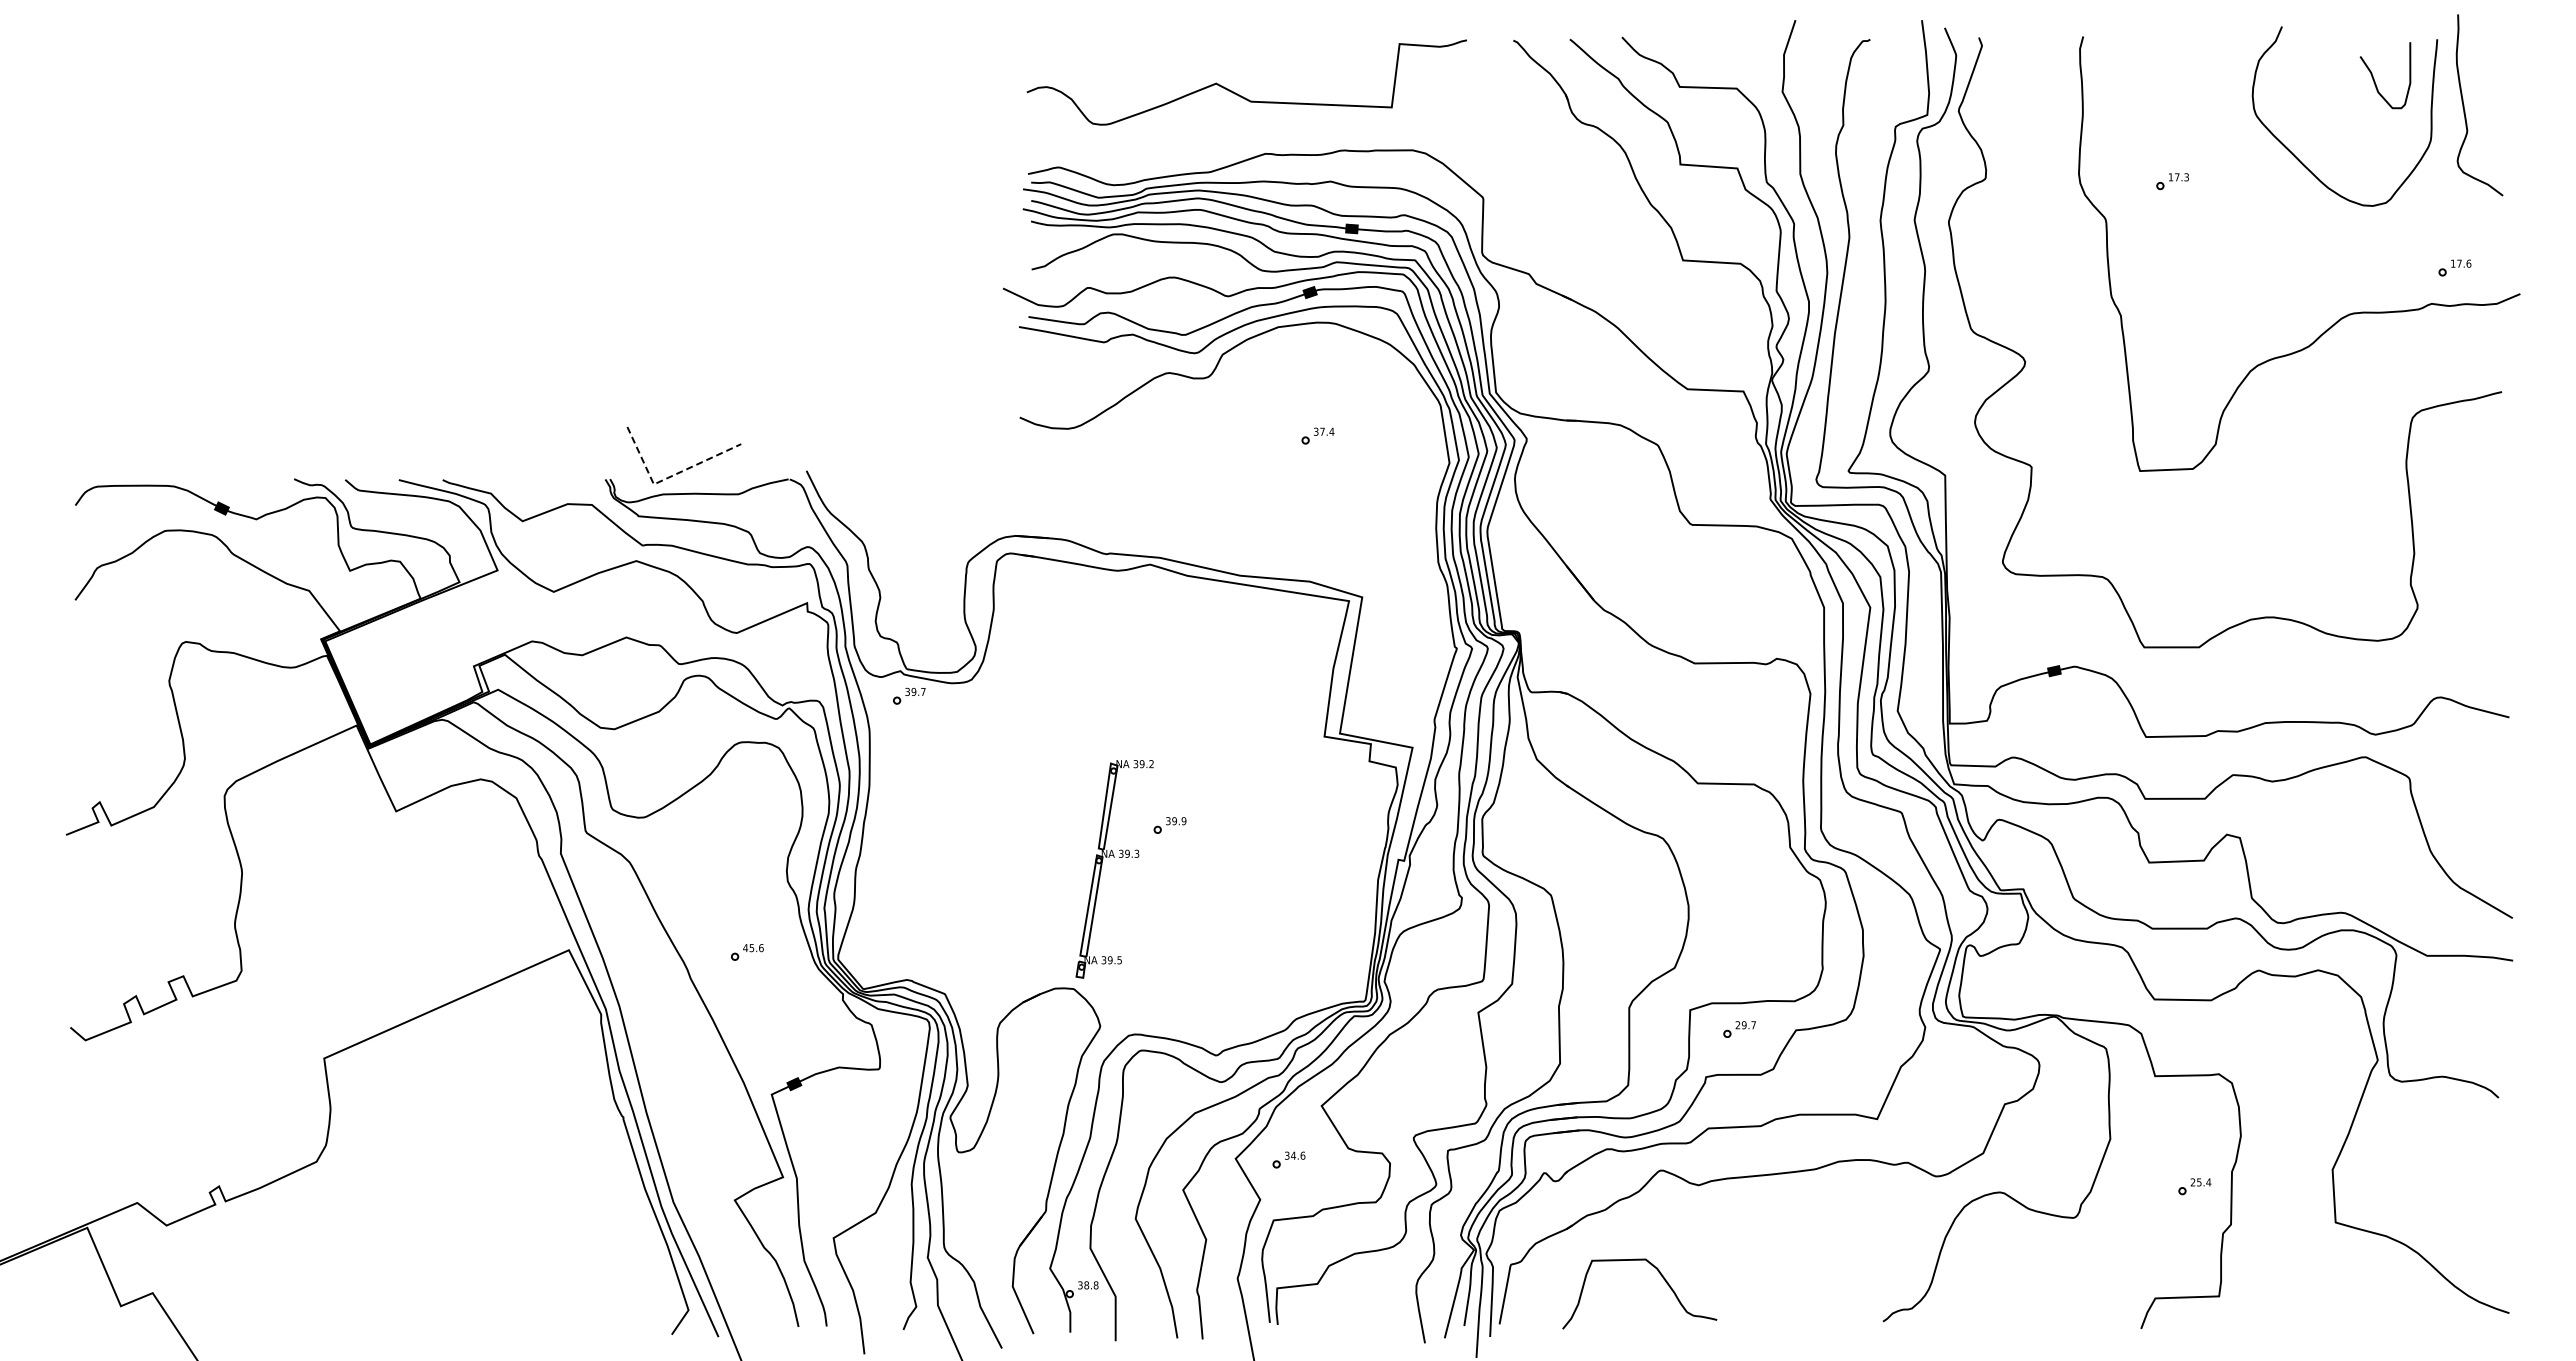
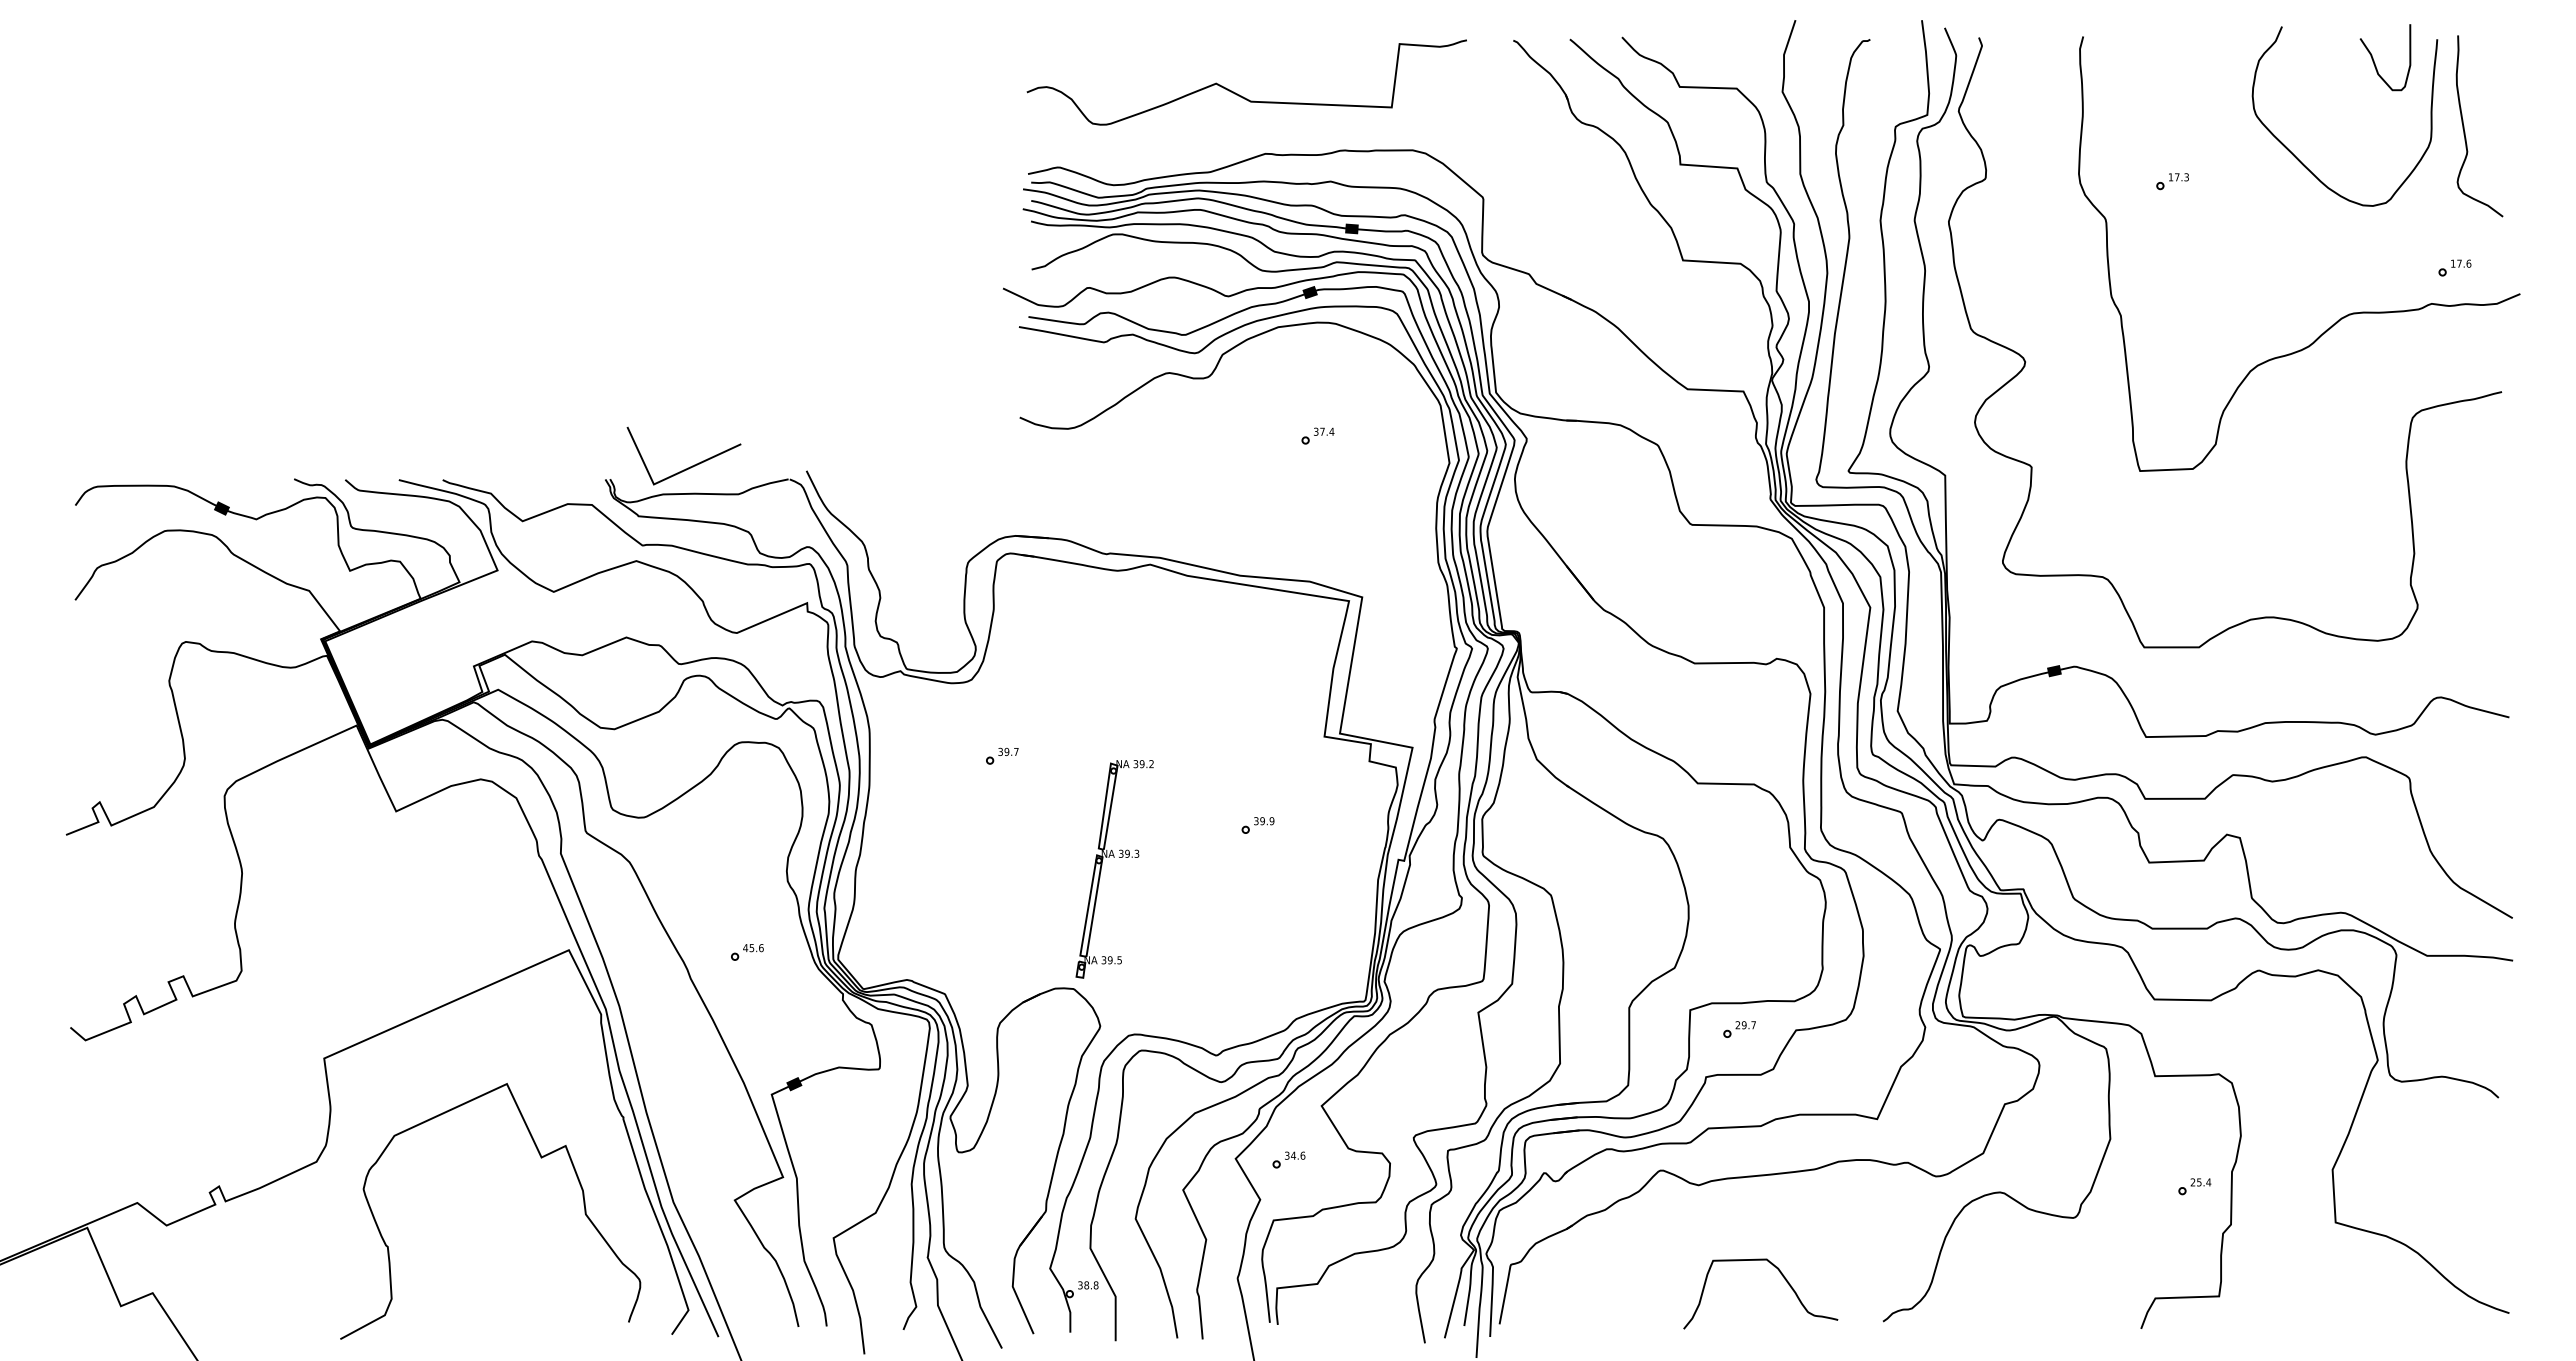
curve at (2374, 78) position: (2374, 78) -> (2374, 60)
curve at (2465, 110) position: (2465, 110) -> (2465, 131)
line at (668, 477): dashed -> solid
part at (909, 695) position: (909, 695) -> (1002, 755)
part at (1169, 825) position: (1169, 825) -> (1257, 825)
curve at (541, 1158): none -> present
curve at (1660, 1275) position: (1660, 1275) -> (1781, 1275)
